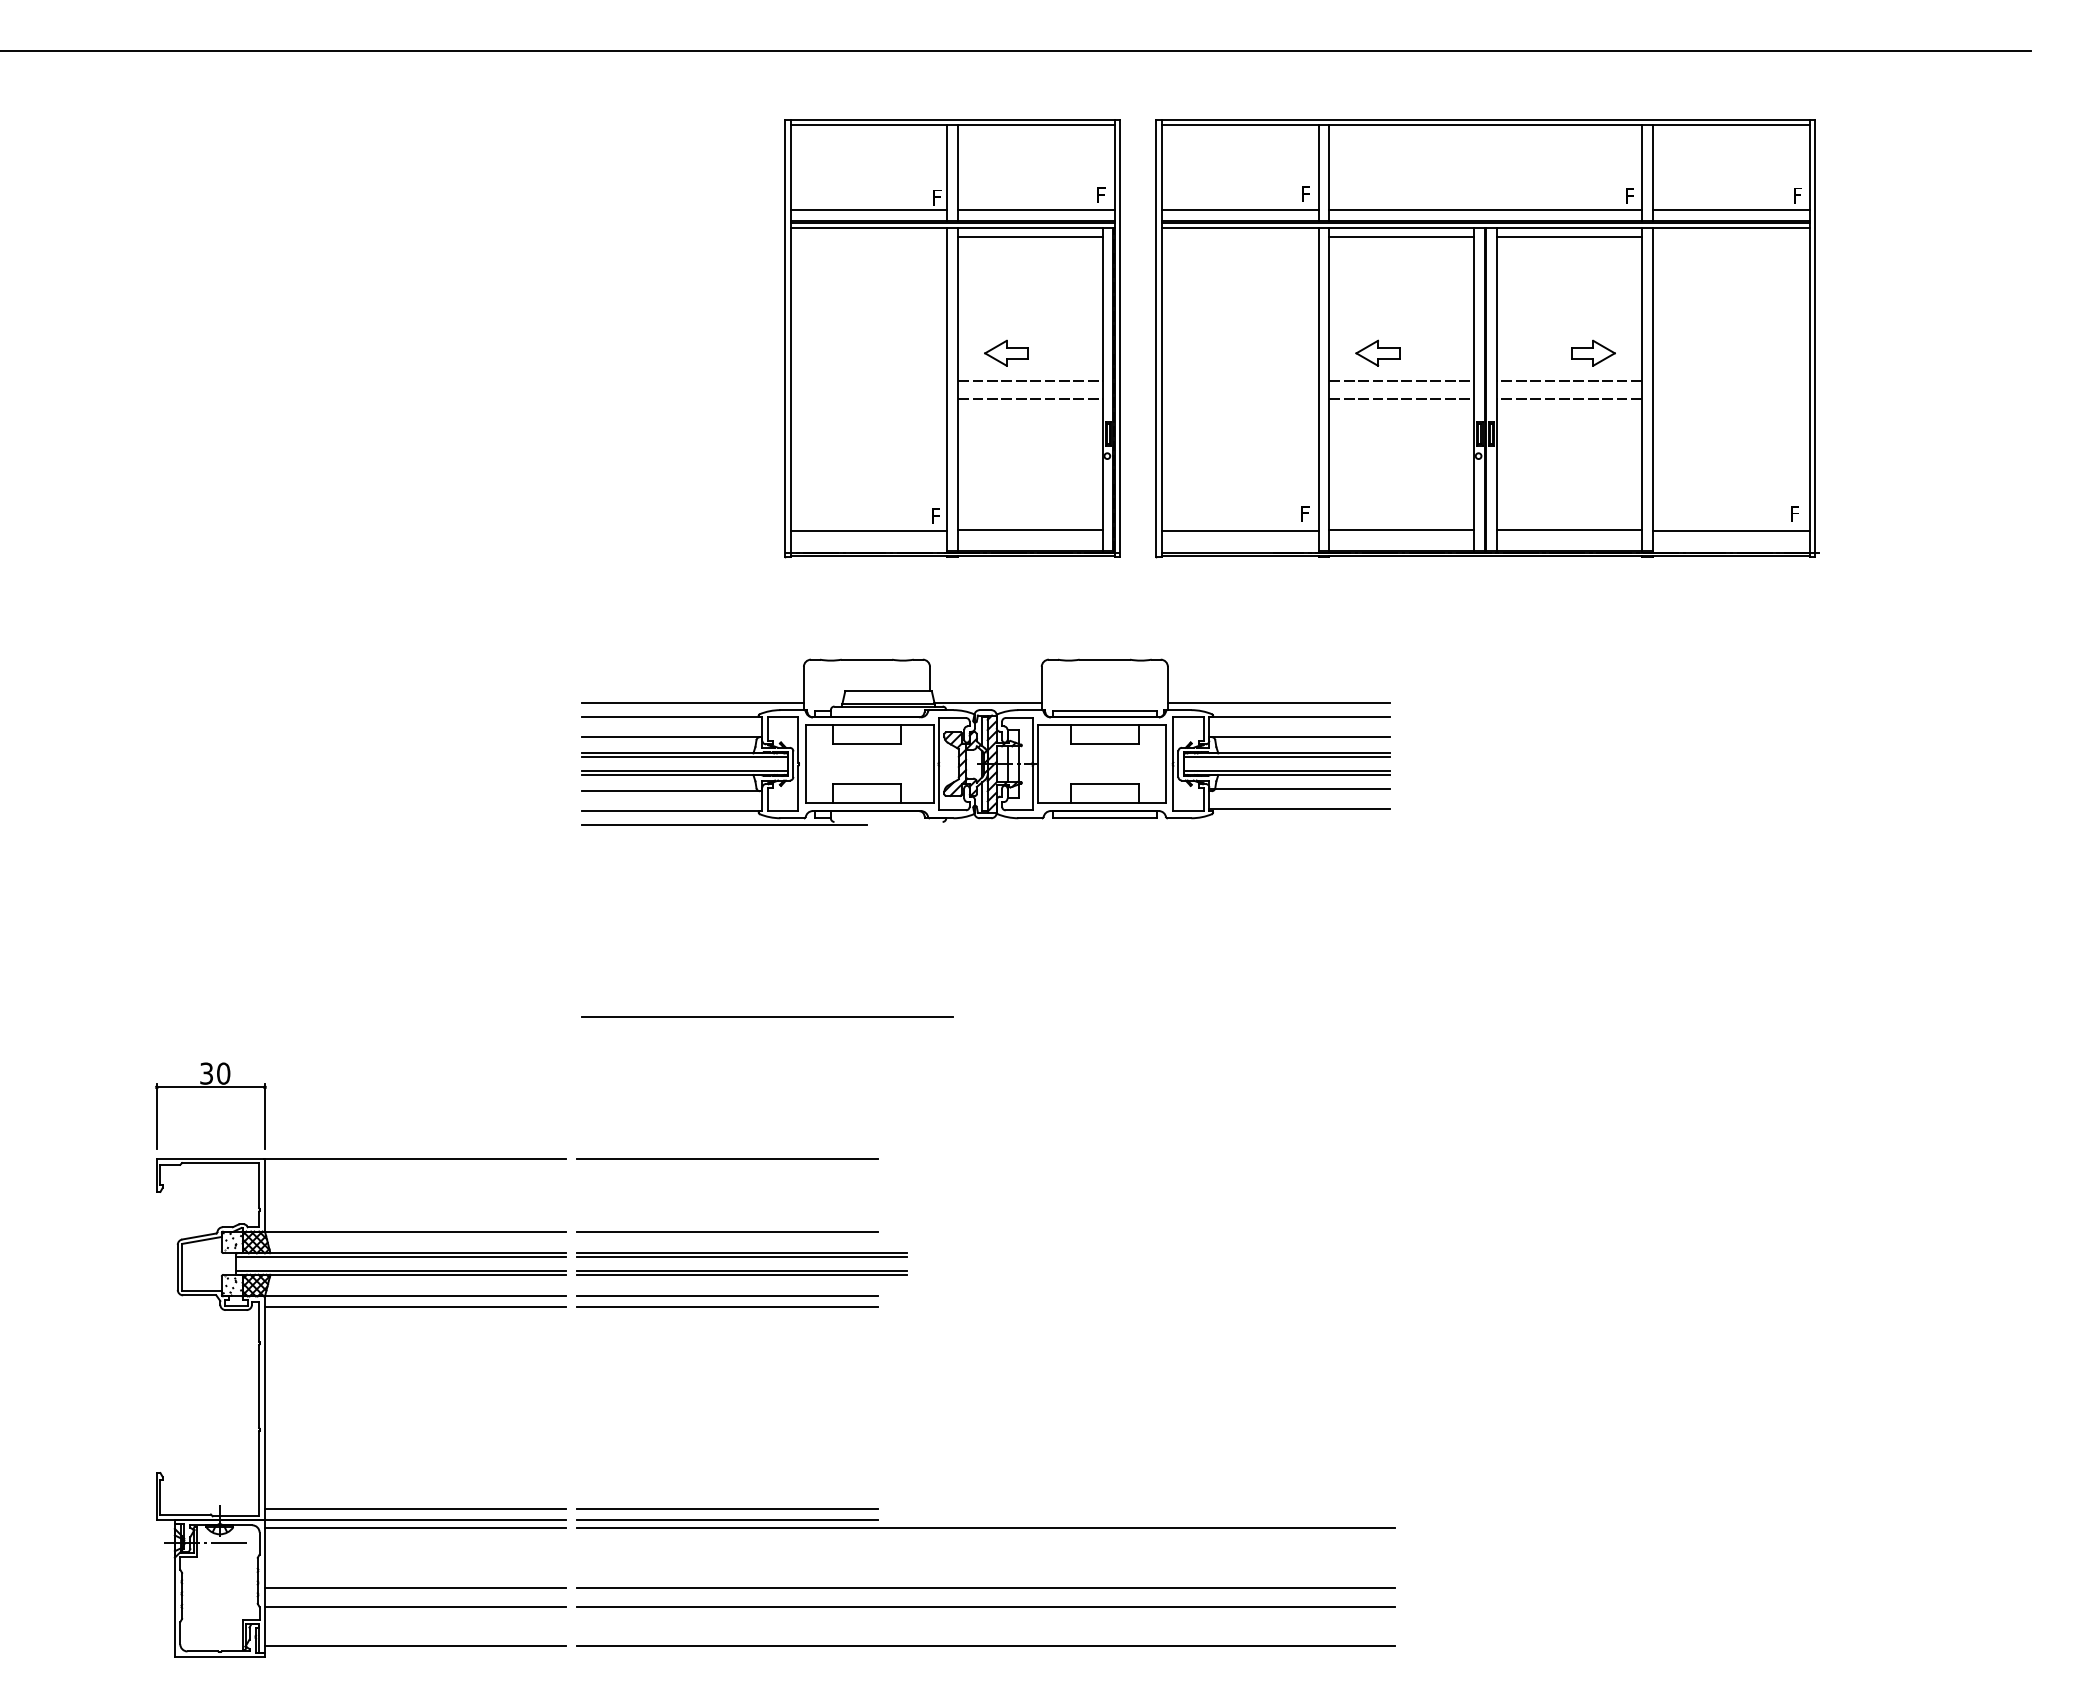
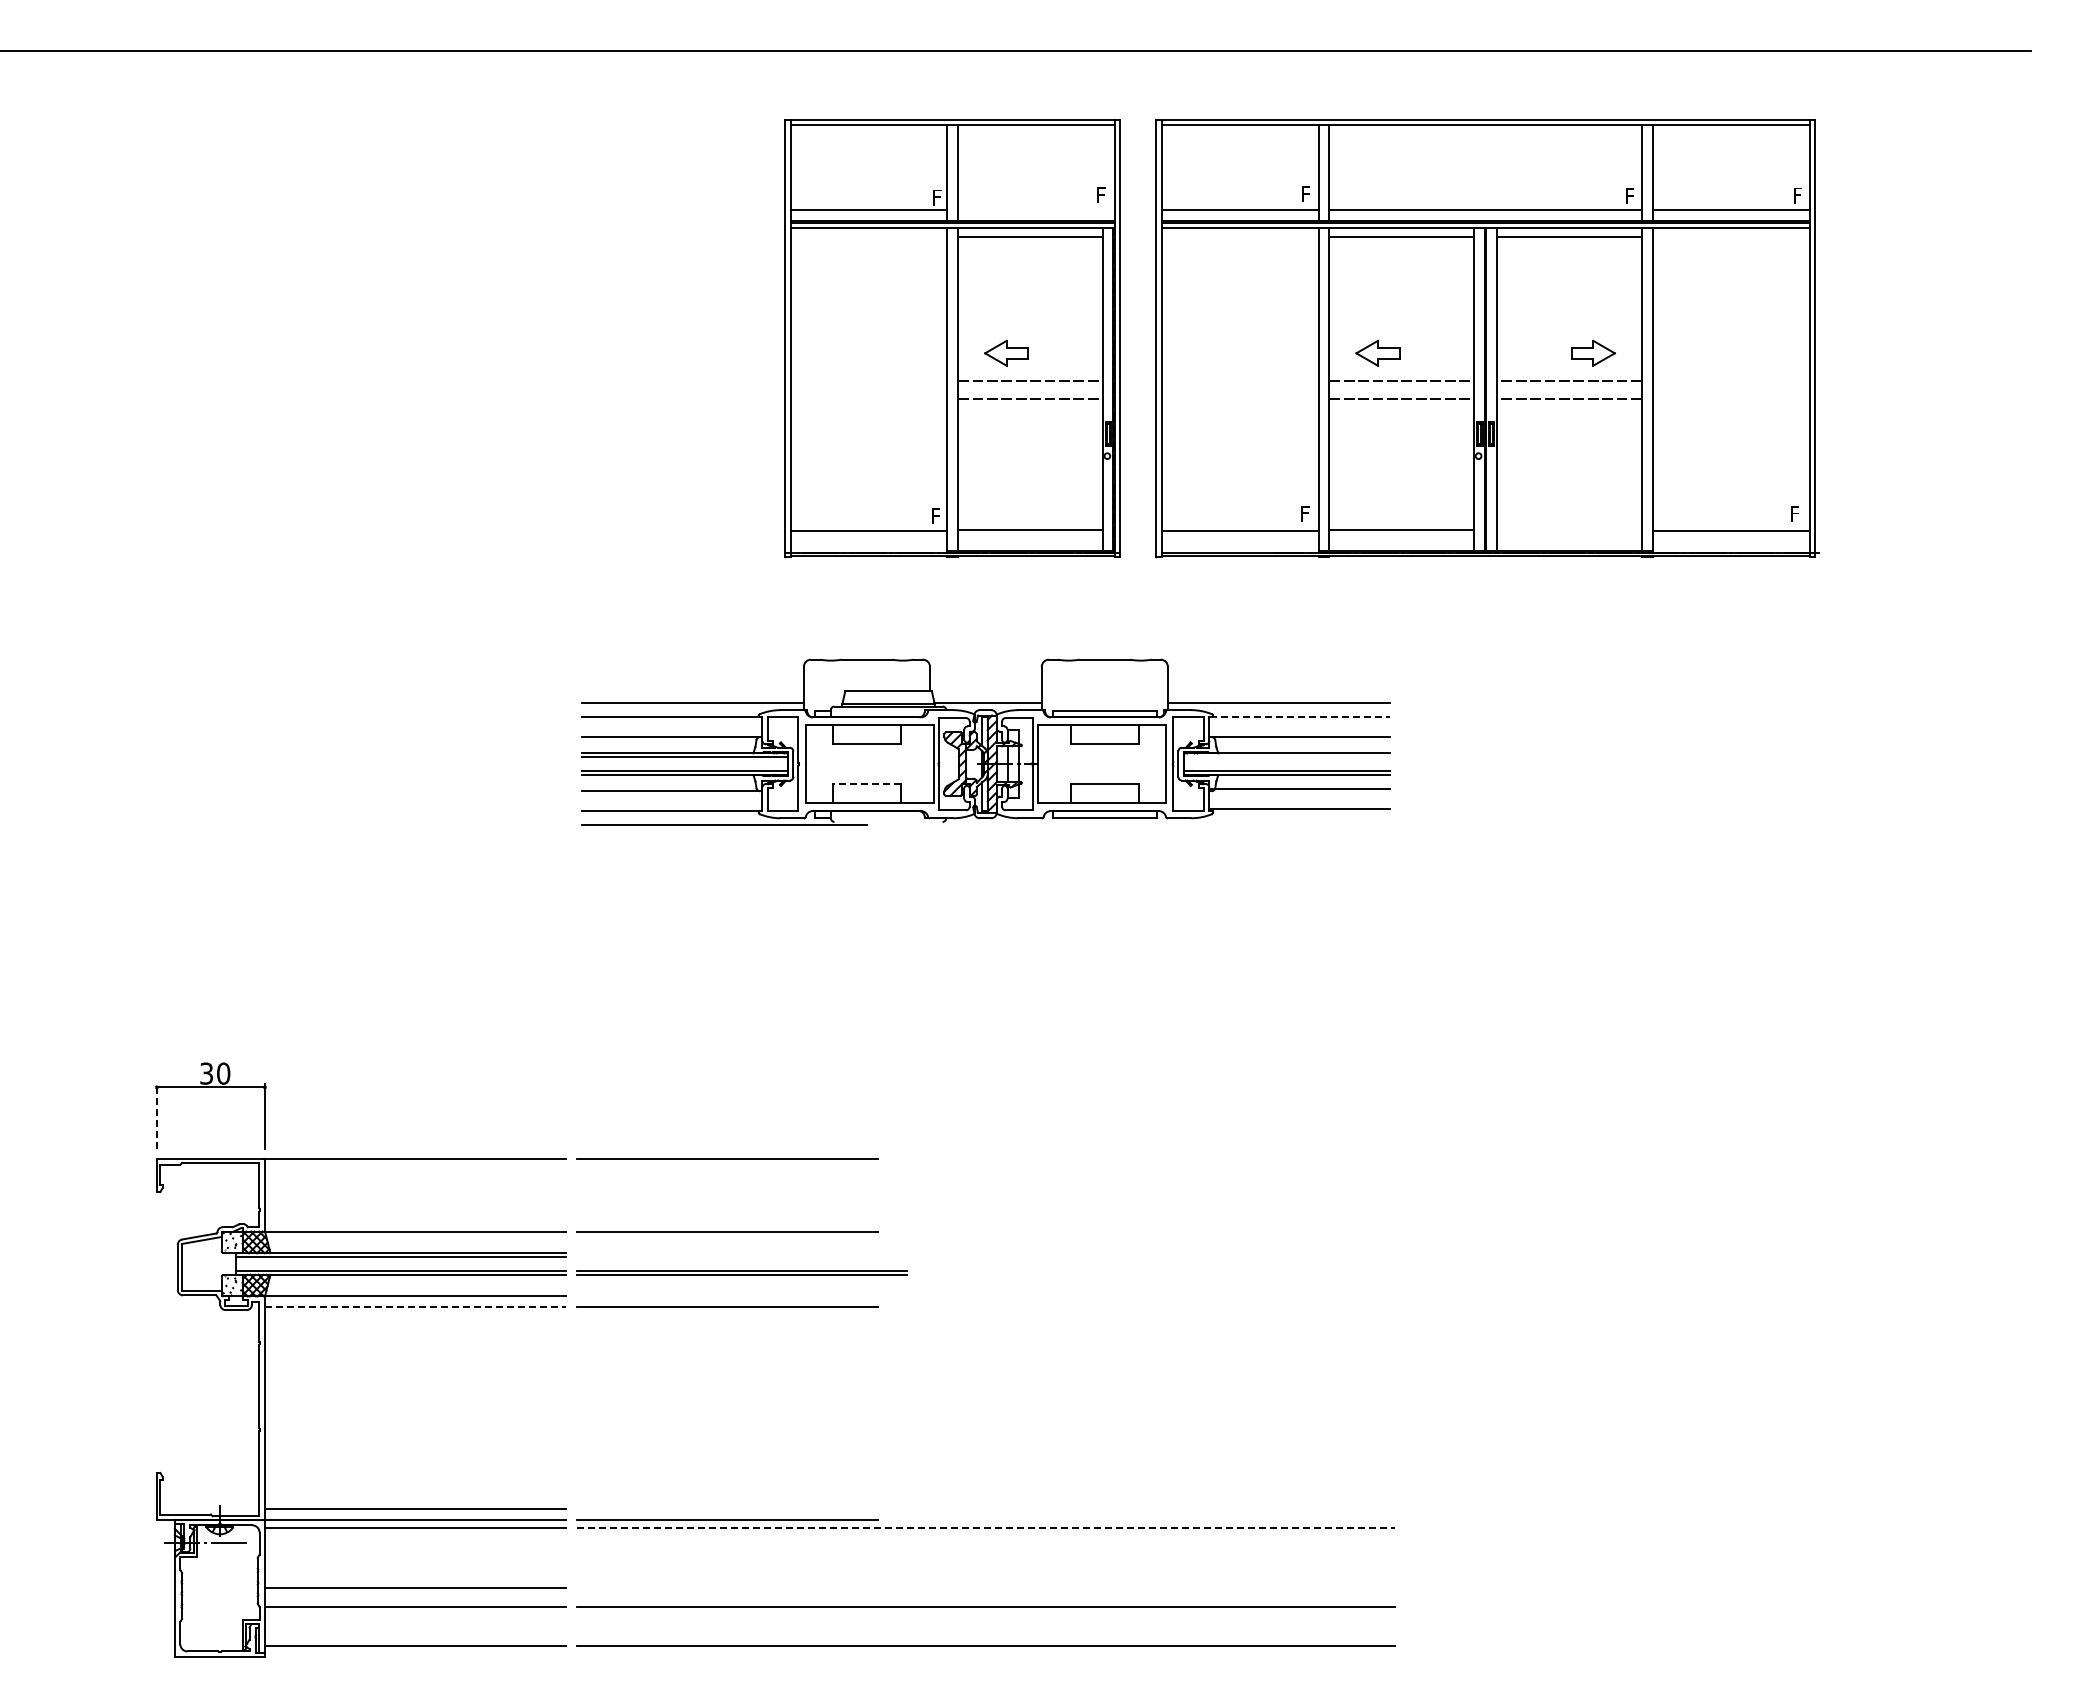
line at (1036, 209): present -> none
line at (1569, 529): present -> none
line at (1299, 717): solid -> dashed
line at (1286, 756): present -> none
line at (866, 784): solid -> dashed
line at (767, 1016): present -> none
line at (156, 1115): solid -> dashed
part at (741, 1254): present -> none
line at (726, 1296): present -> none
line at (415, 1307): solid -> dashed
line at (726, 1509): present -> none
line at (986, 1528): solid -> dashed
line at (985, 1588): present -> none
